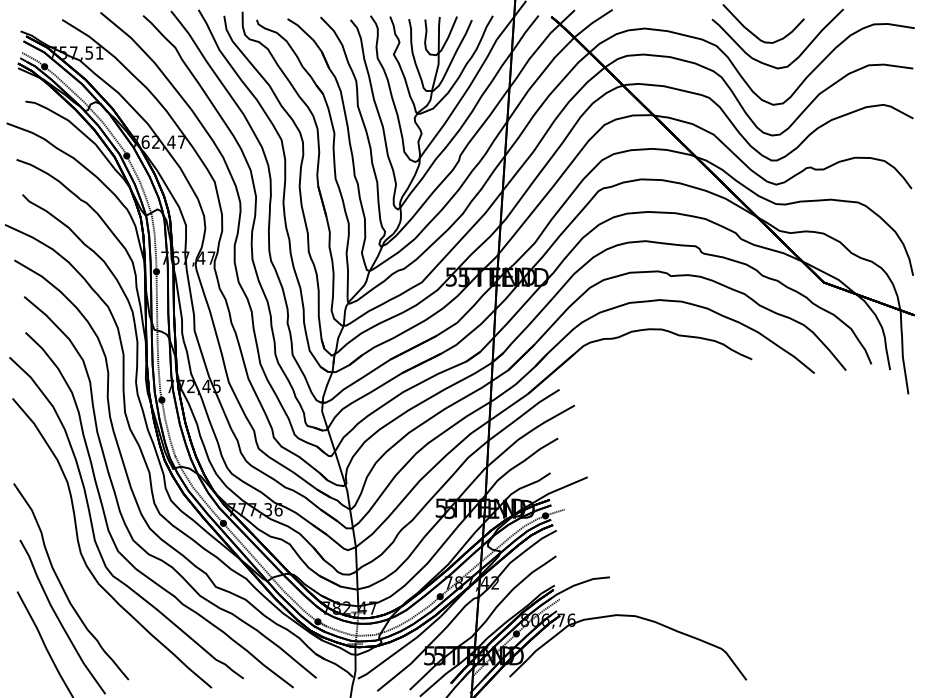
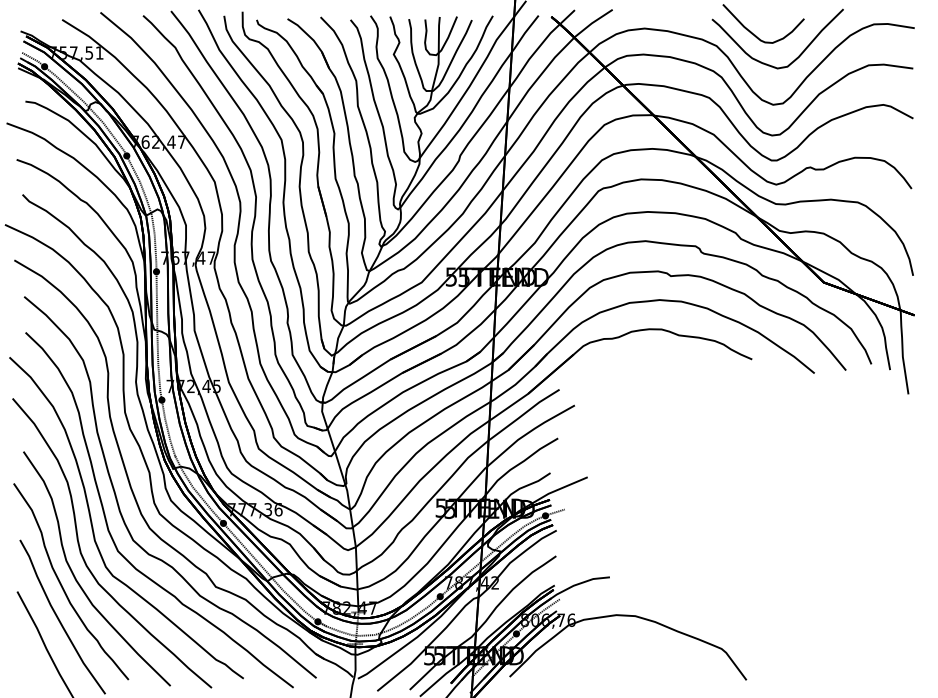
part at (78, 581): none -> present
